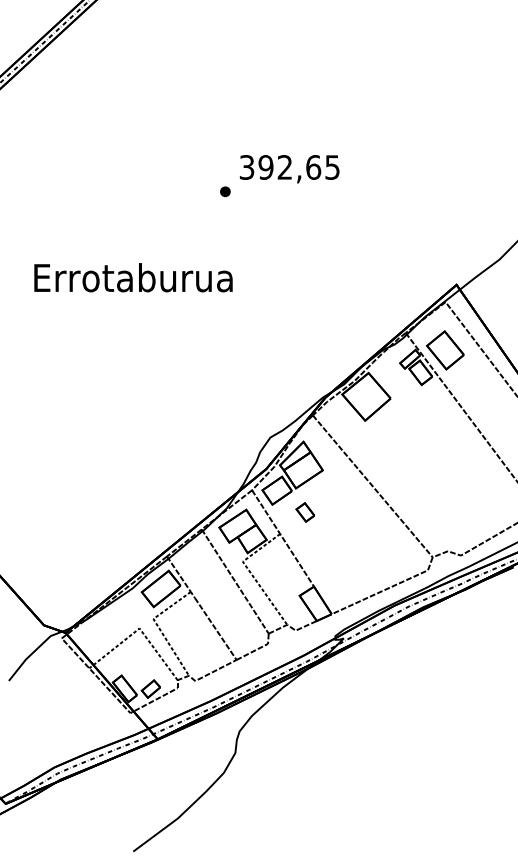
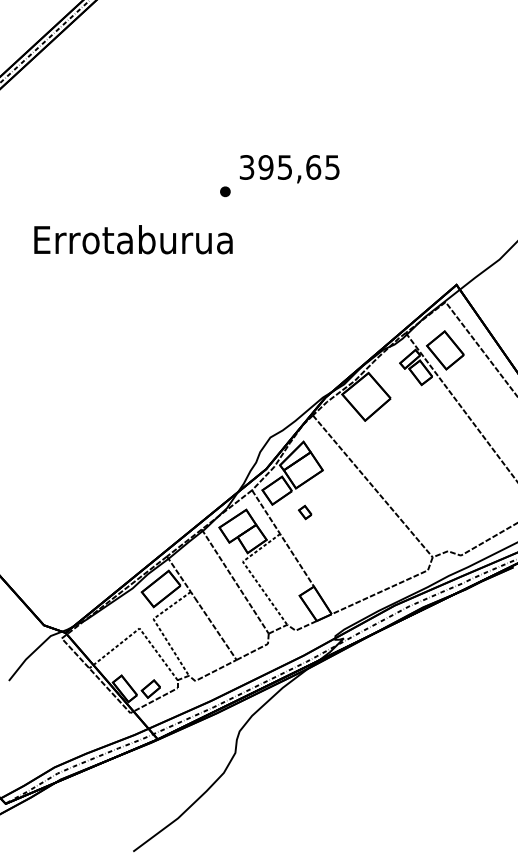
text at (284, 167): 392,65 -> 395,65
text at (133, 277) position: (133, 277) -> (133, 239)
part at (304, 512) size: 20x21 px -> 15x17 px
